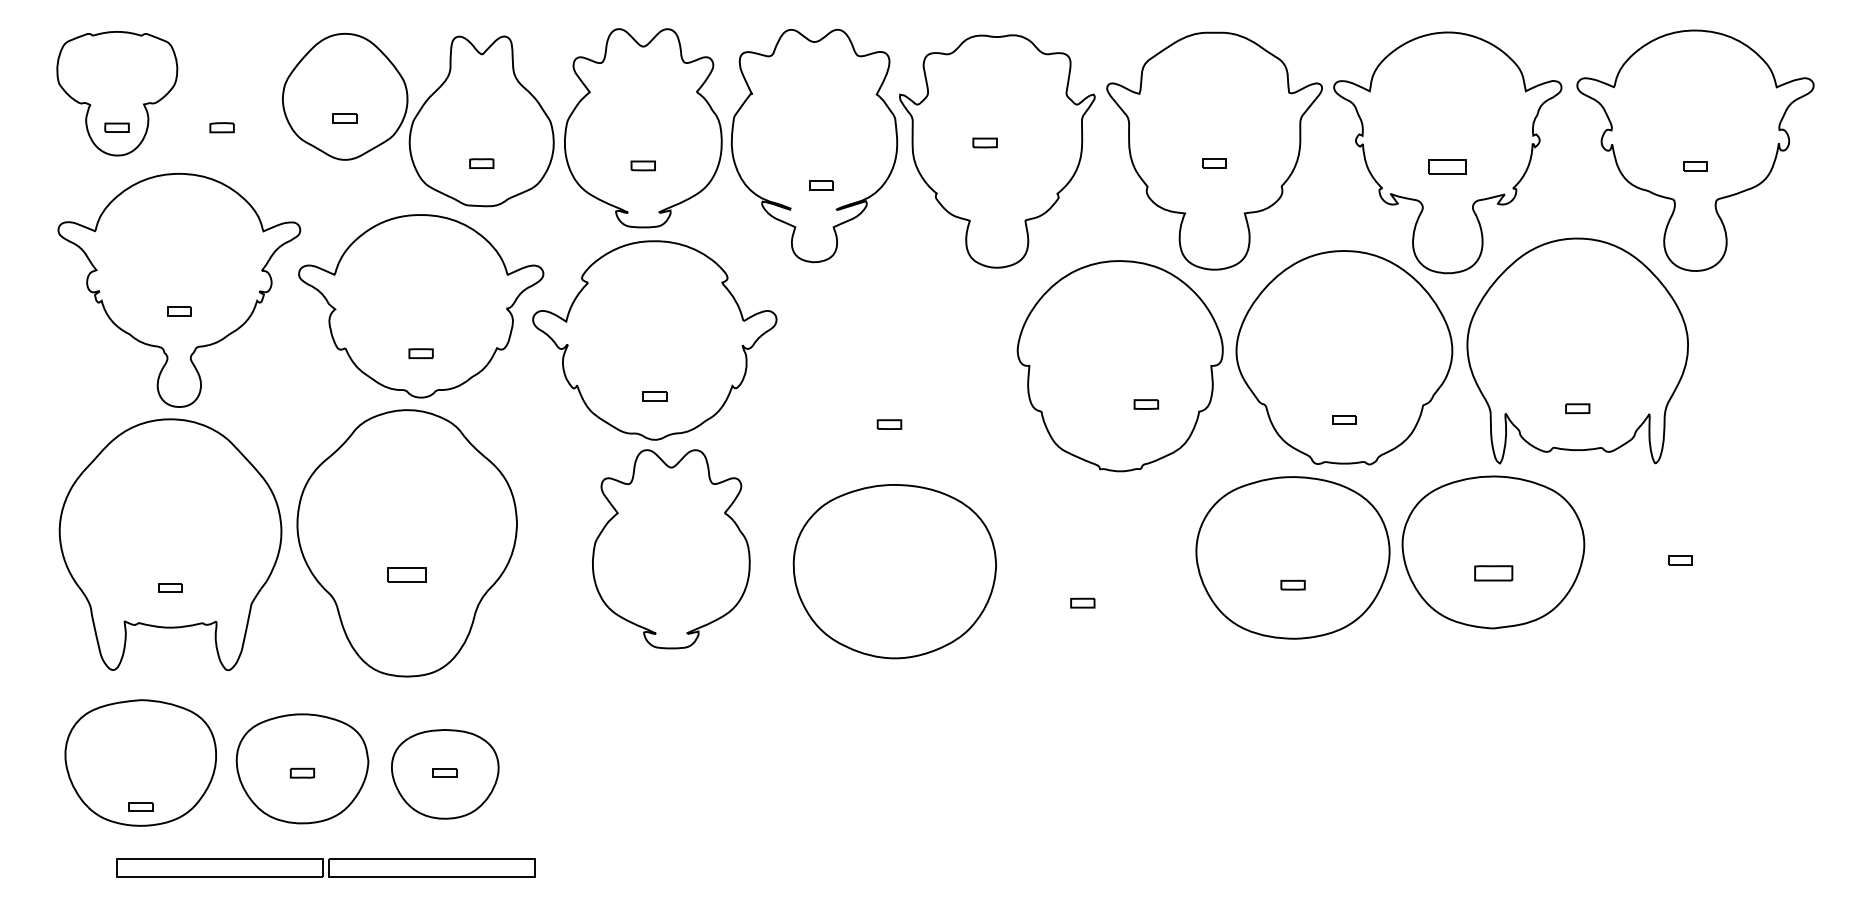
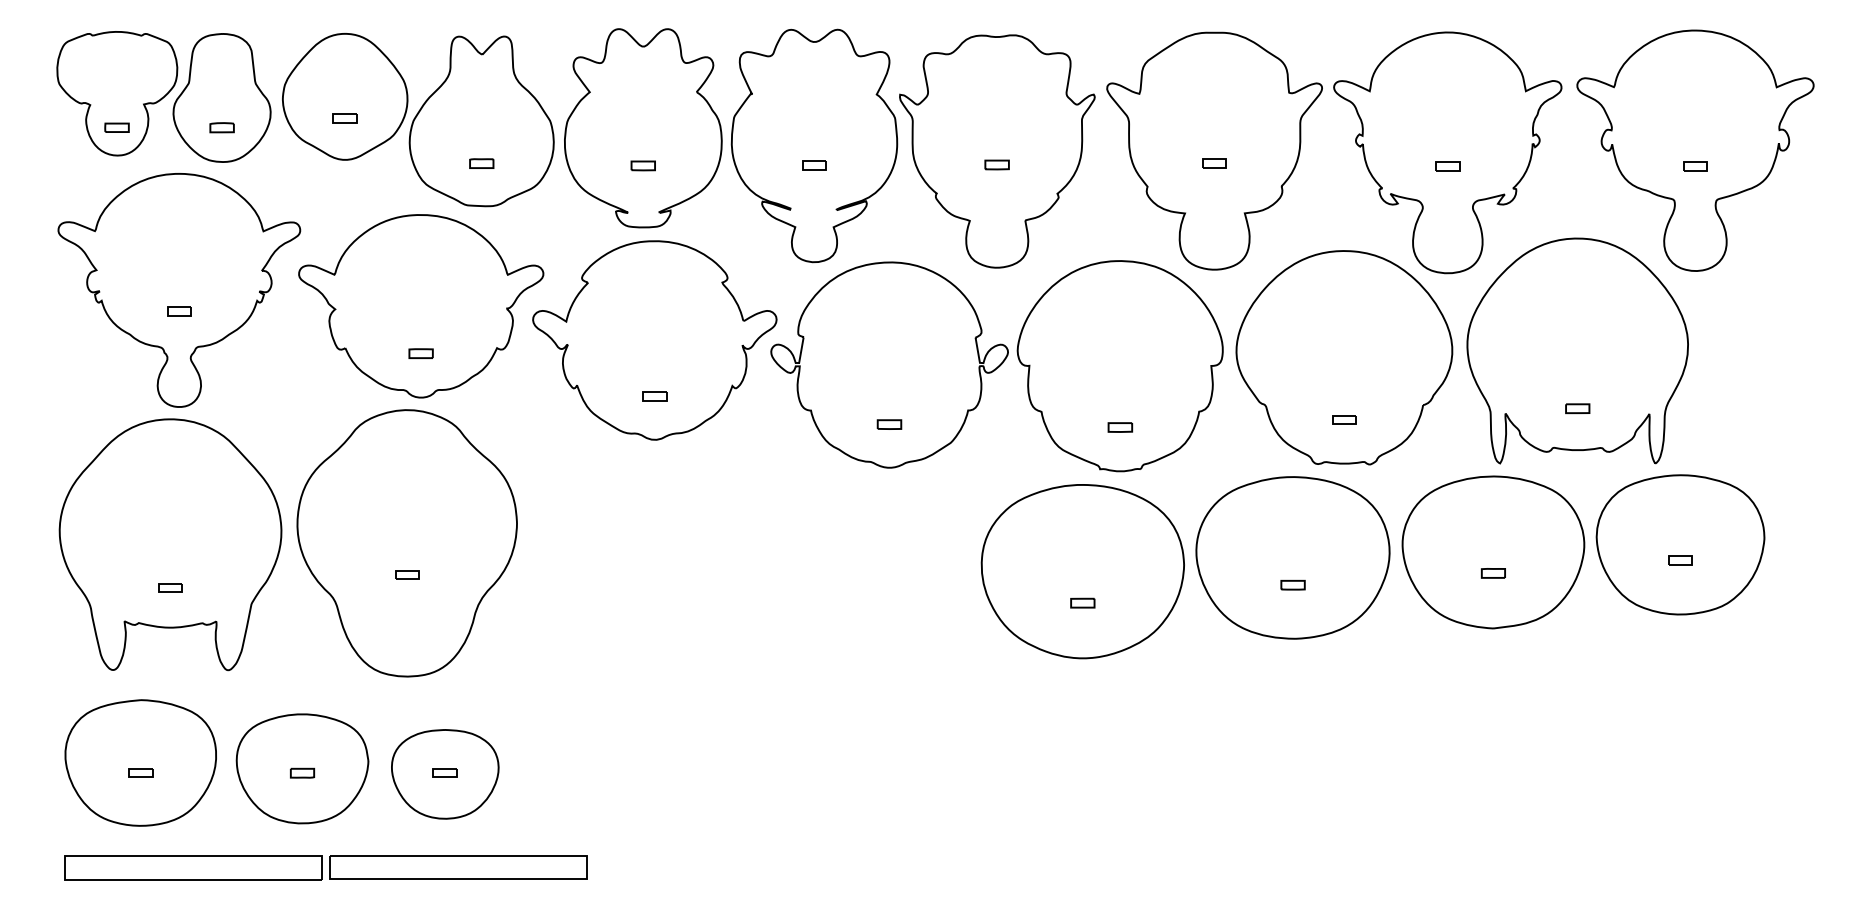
part at (221, 97): none -> present
part at (984, 142) position: (984, 142) -> (996, 164)
part at (1447, 166) size: 39x16 px -> 26x11 px
part at (821, 185) position: (821, 185) -> (814, 165)
part at (889, 364): none -> present
part at (1146, 404) position: (1146, 404) -> (1120, 427)
part at (1680, 544): none -> present
part at (671, 549): present -> none
part at (894, 571) position: (894, 571) -> (1082, 571)
part at (1493, 573) size: 40x17 px -> 26x11 px
part at (406, 574) size: 40x16 px -> 25x10 px
part at (140, 806) position: (140, 806) -> (140, 772)
part at (325, 867) size: 420x20 px -> 524x26 px
